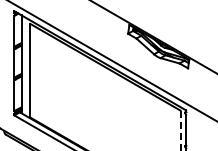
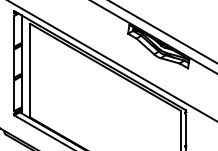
line at (162, 31): none -> present
line at (180, 130): dashed -> solid
